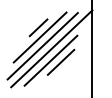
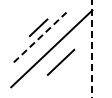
line at (40, 37): solid -> dashed
line at (42, 46): present -> none
line at (92, 48): solid -> dashed
line at (50, 60): present -> none
